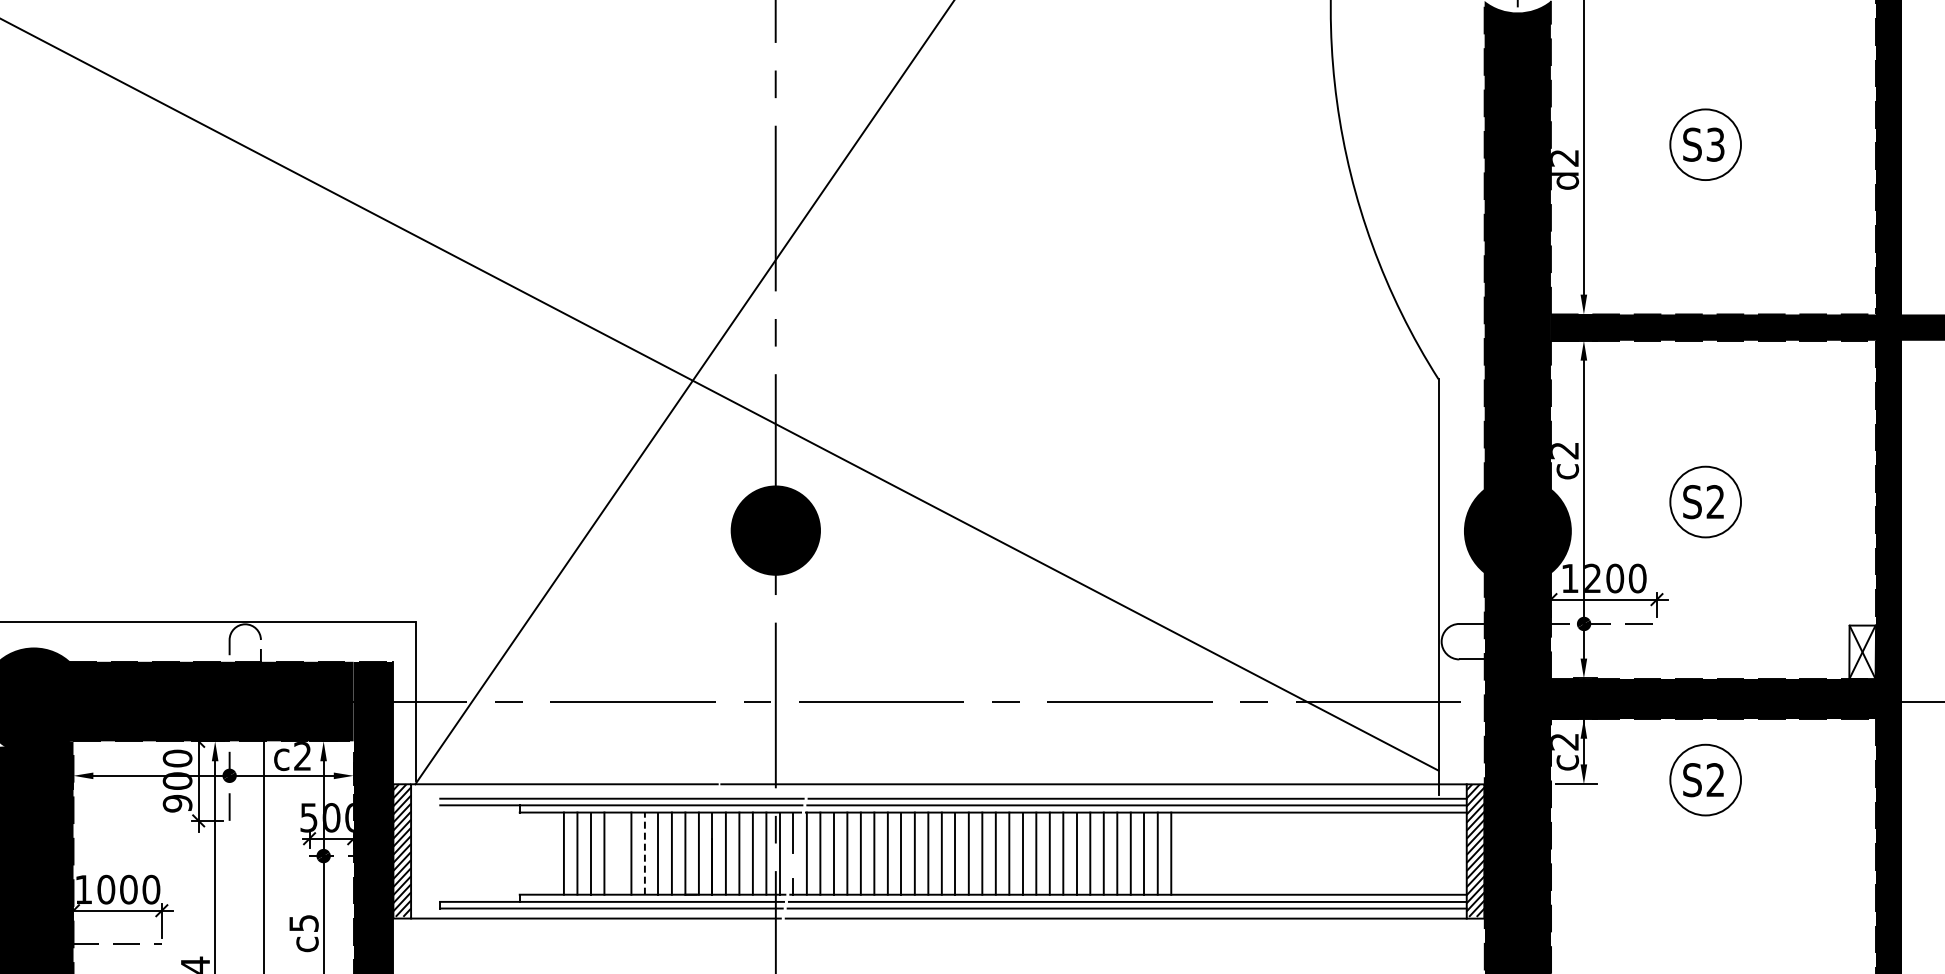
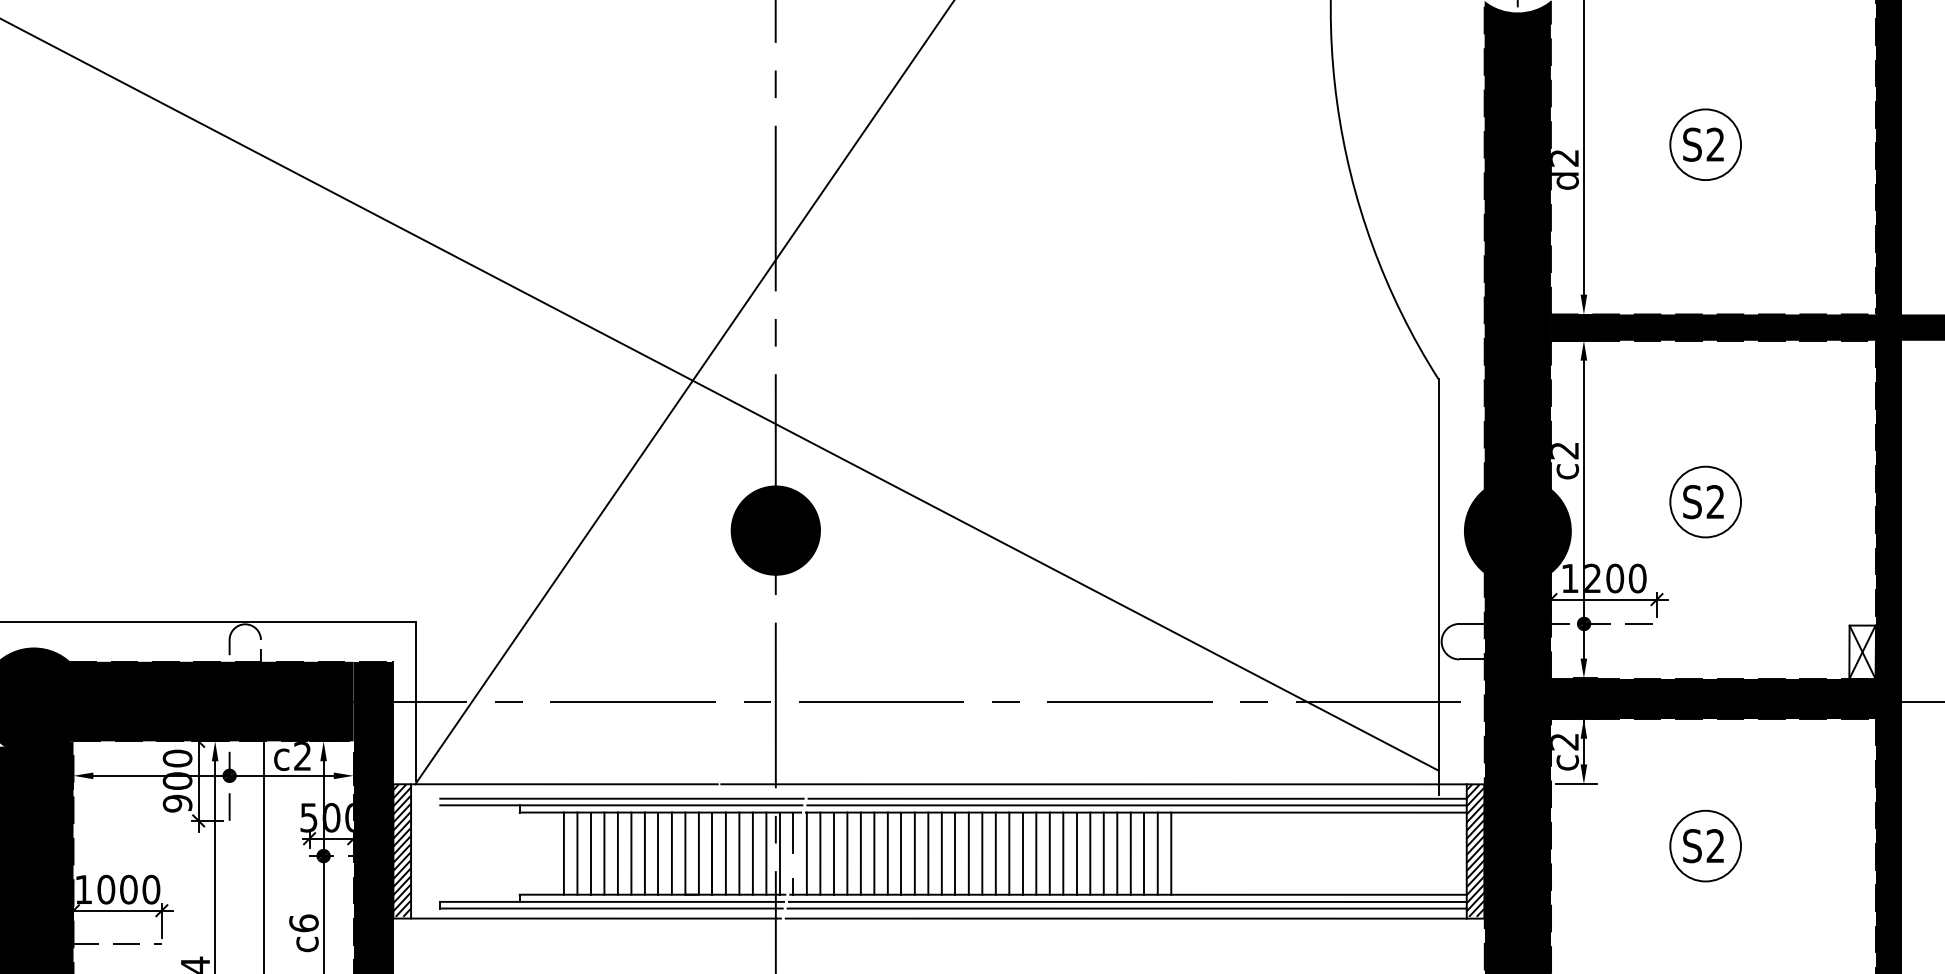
text at (1715, 144): S3 -> S2
part at (1705, 779) position: (1705, 779) -> (1705, 845)
line at (617, 853): none -> present
line at (644, 853): dashed -> solid
text at (303, 923): c5 -> c6
